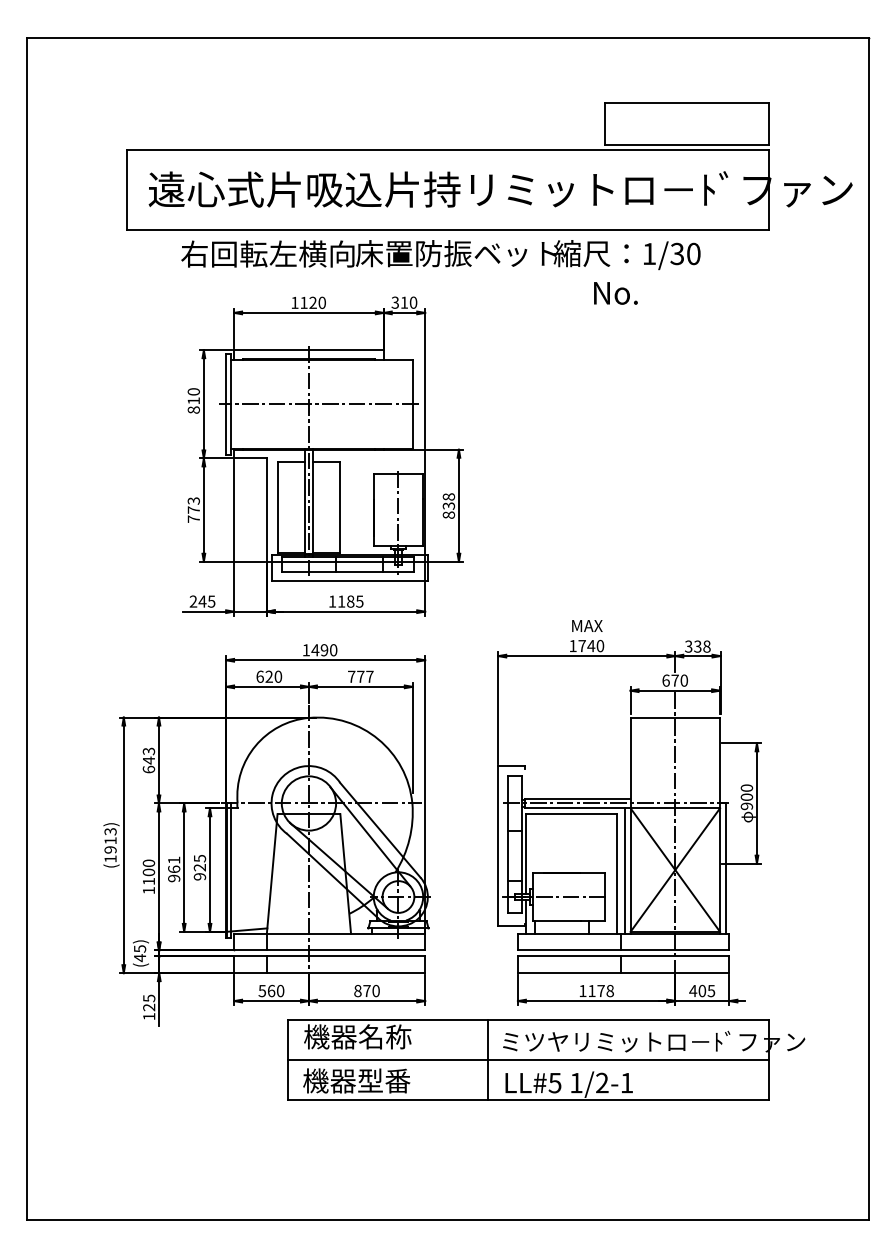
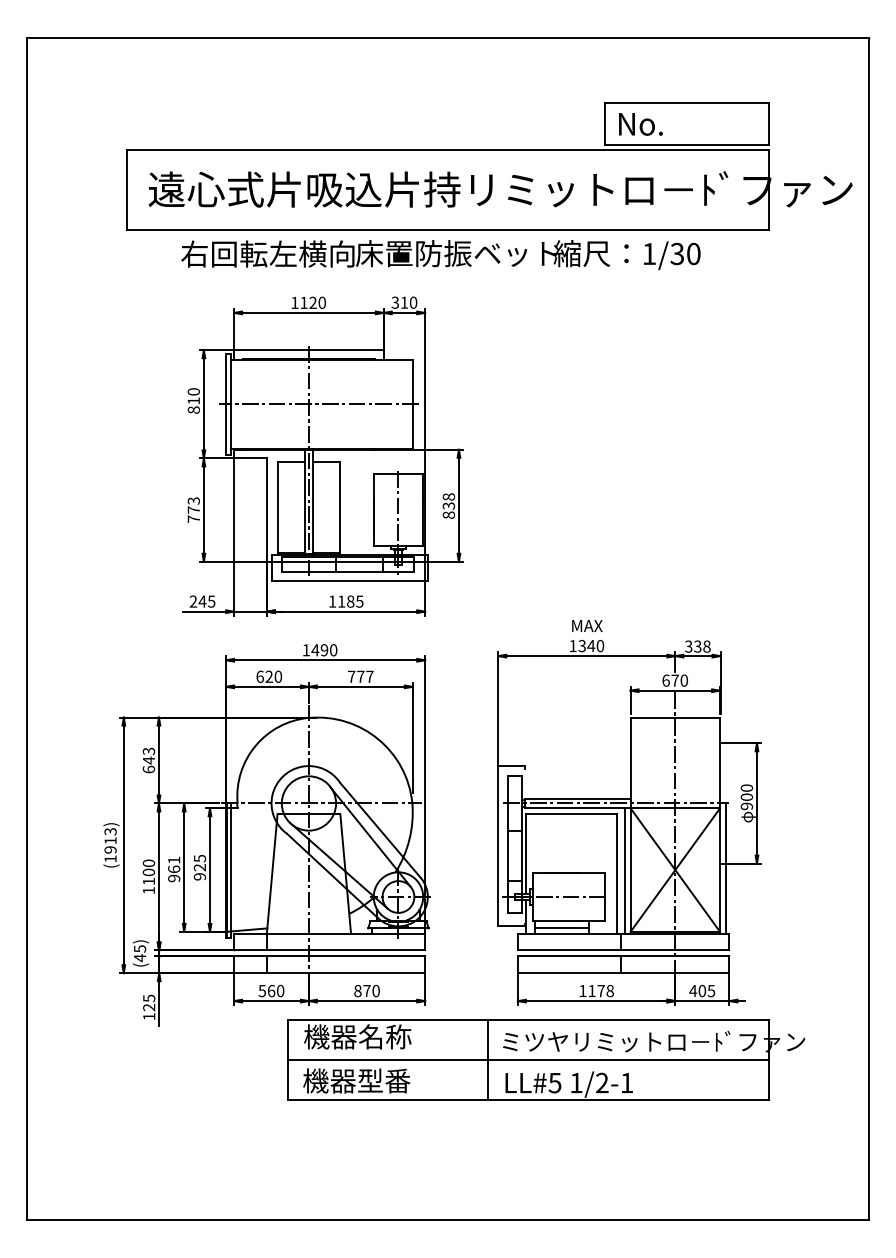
text at (615, 293) position: (615, 293) -> (640, 124)
text at (581, 646): 1740 -> 1340
line at (561, 928): none -> present
